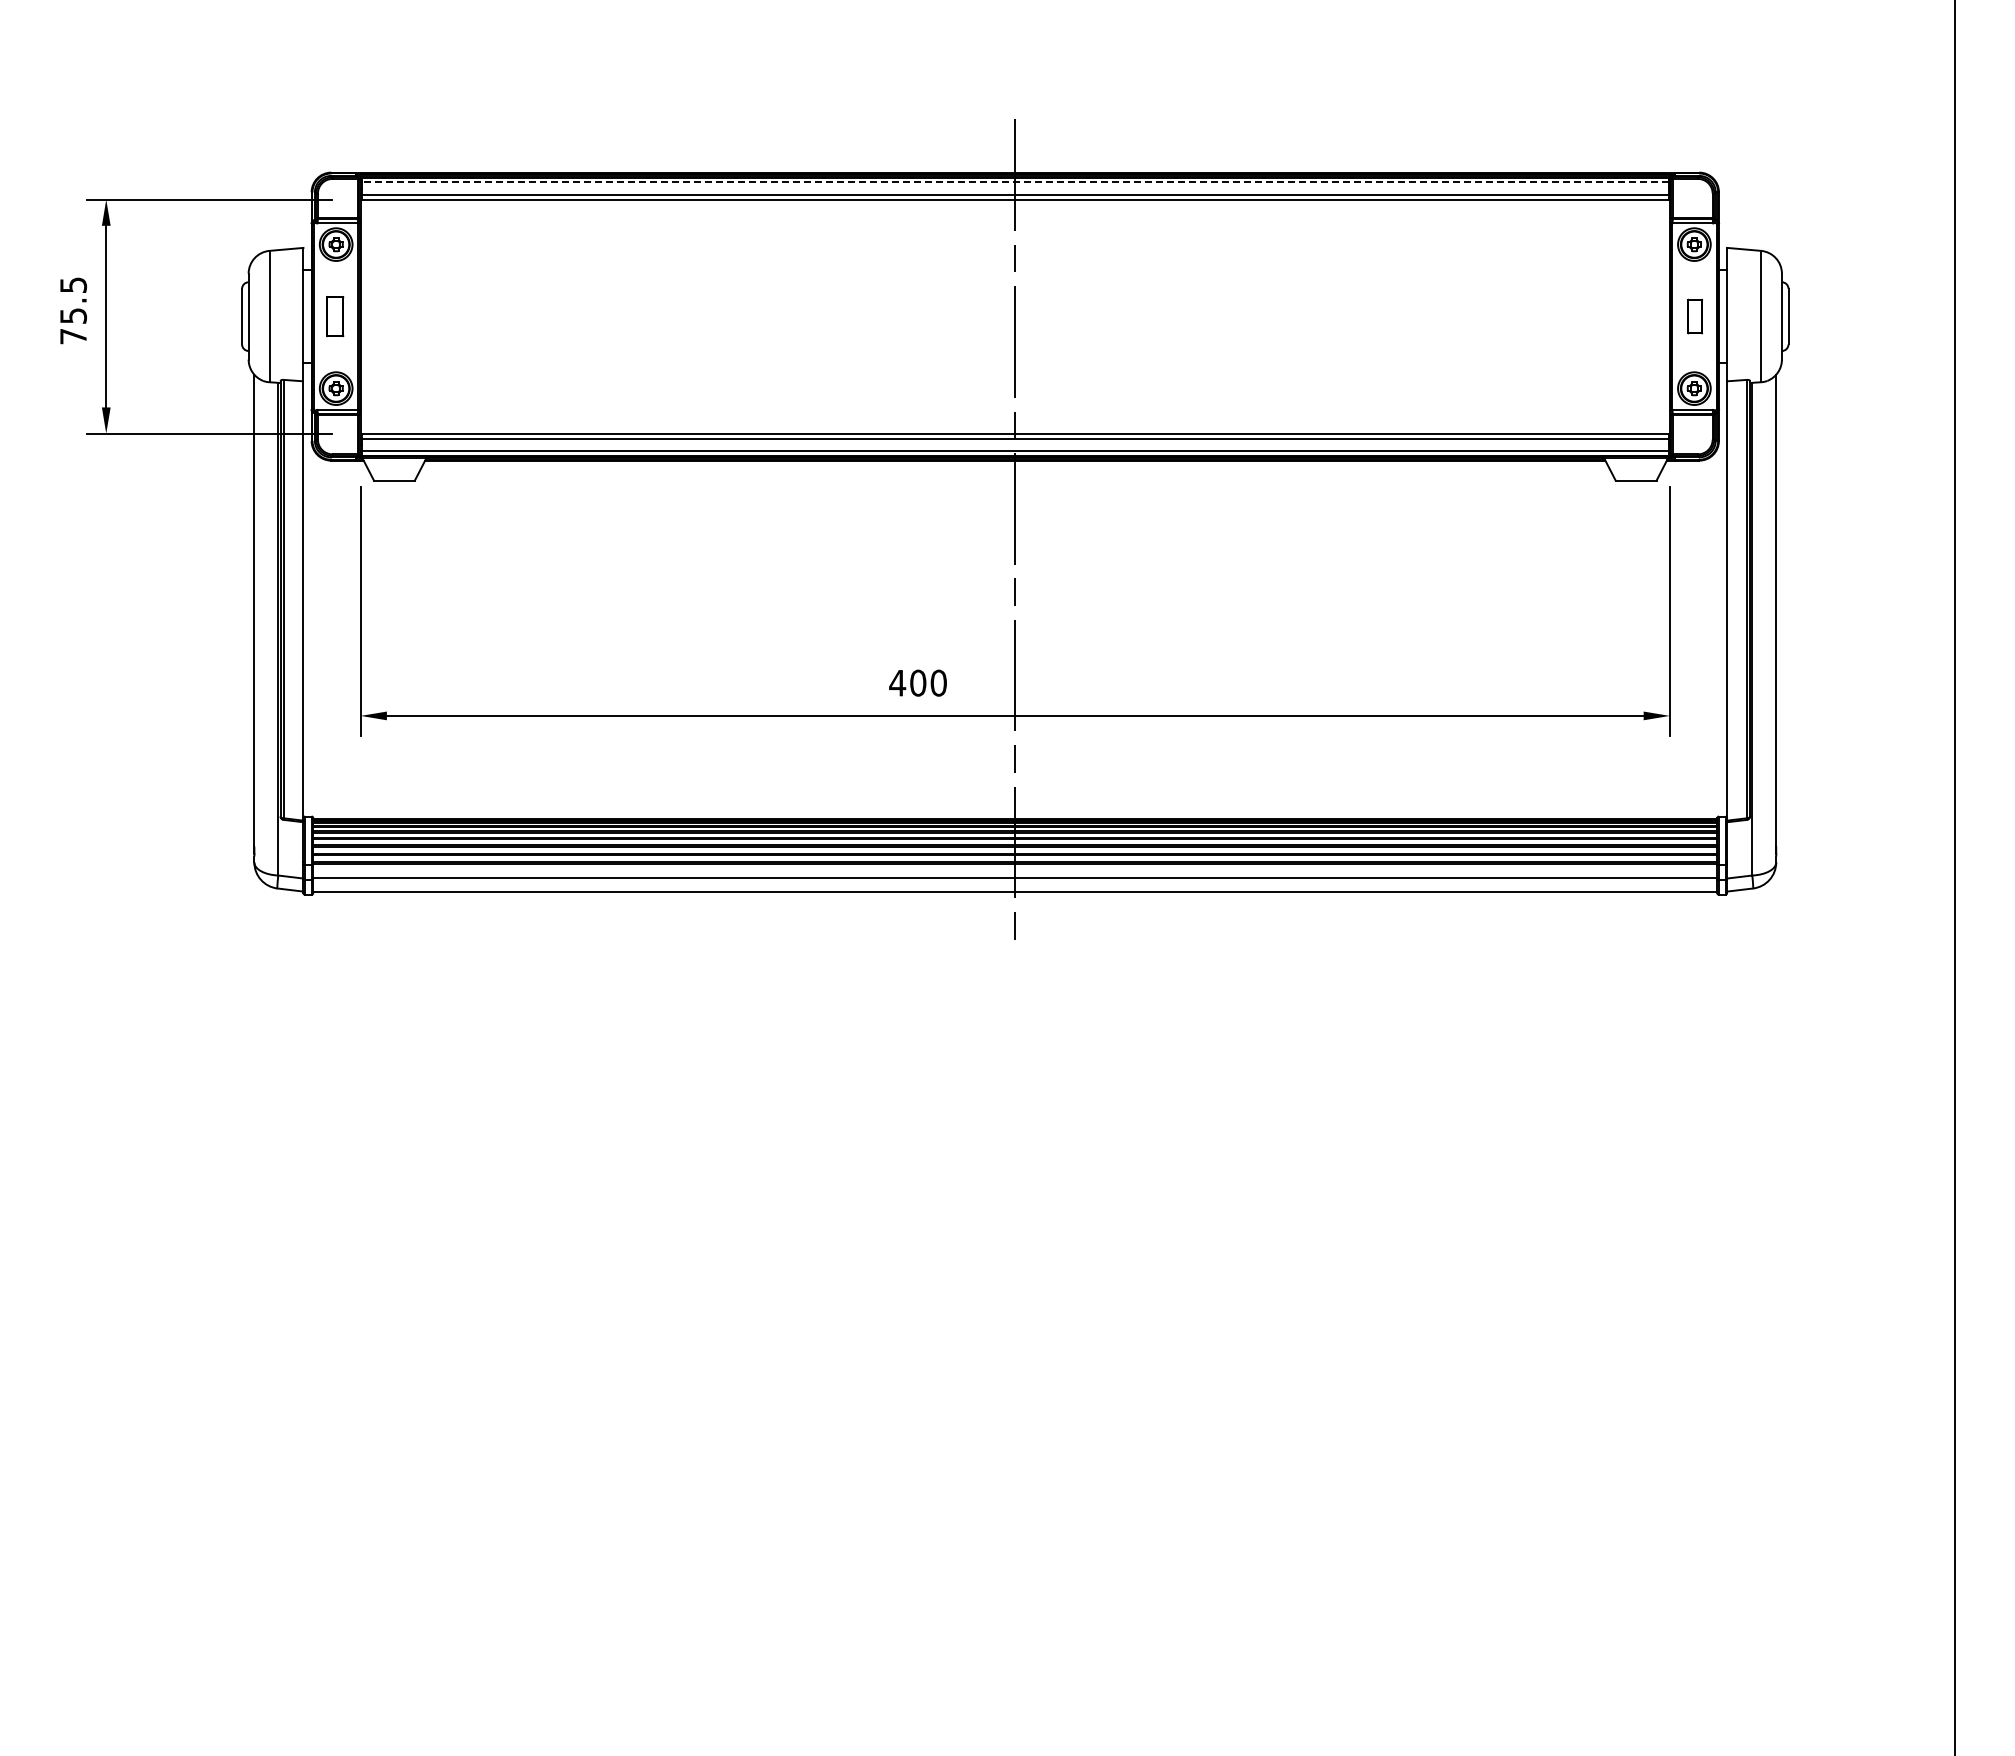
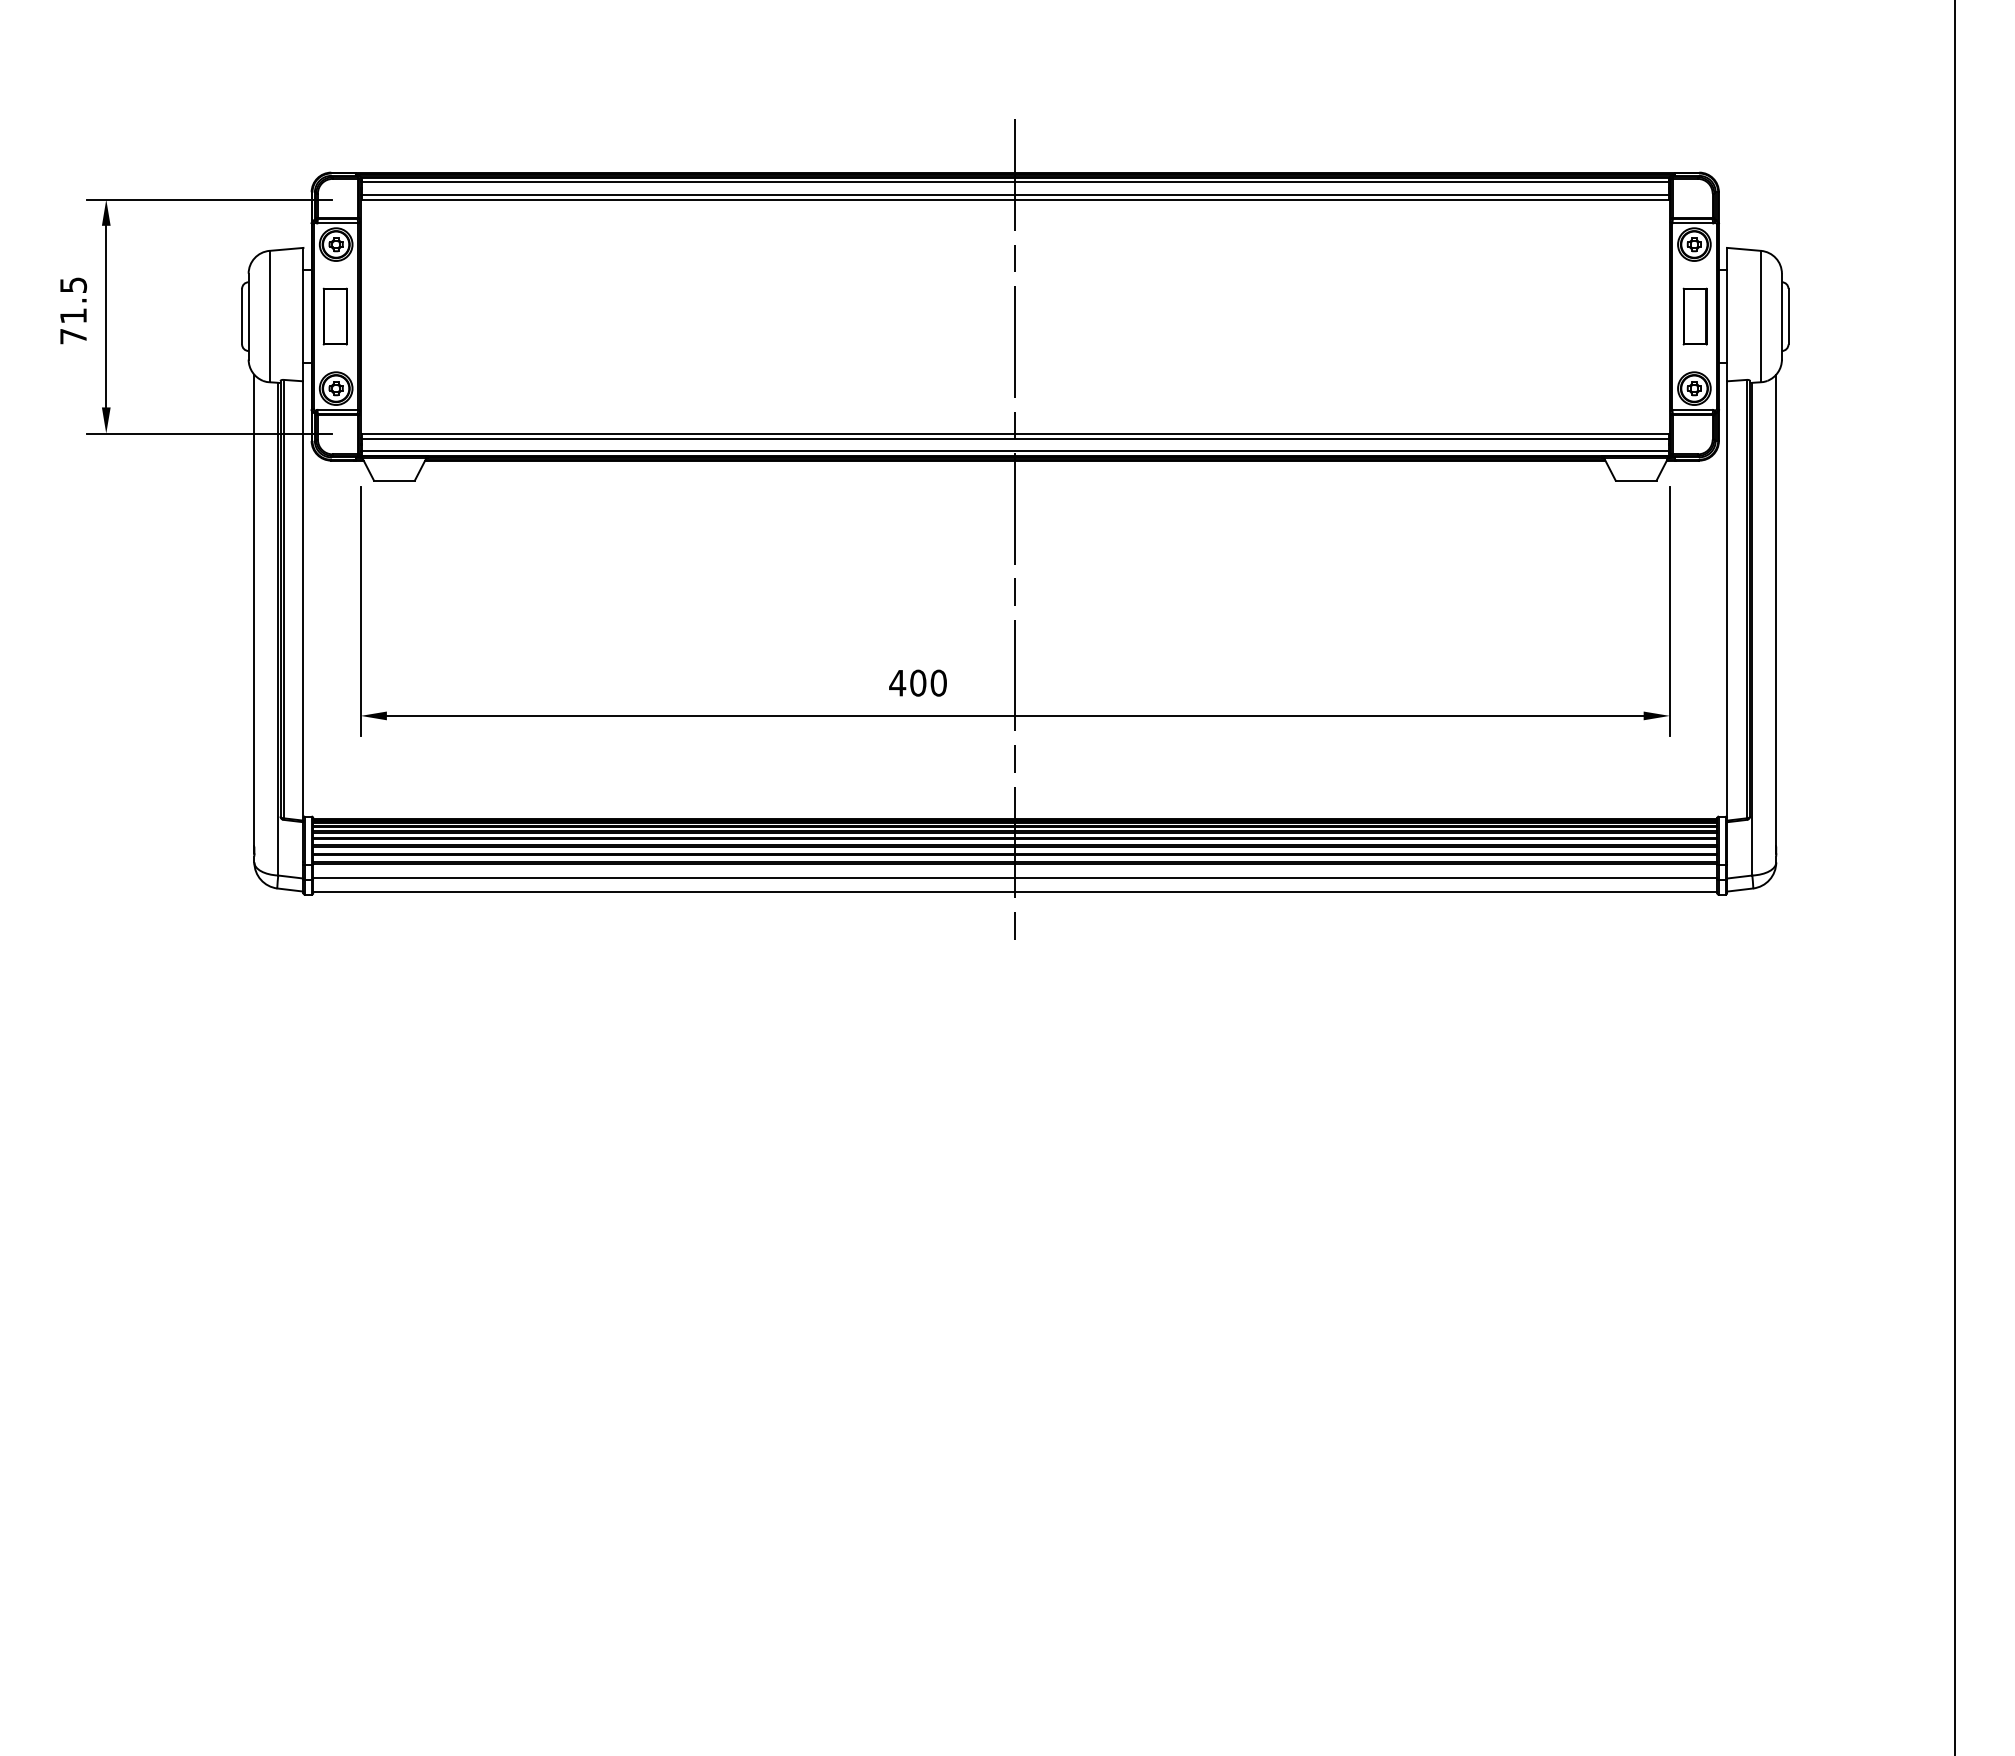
line at (1015, 182): dashed -> solid
text at (73, 315): 75.5 -> 71.5
part at (335, 316) size: 19x42 px -> 26x59 px
part at (1695, 316) size: 17x37 px -> 26x59 px
